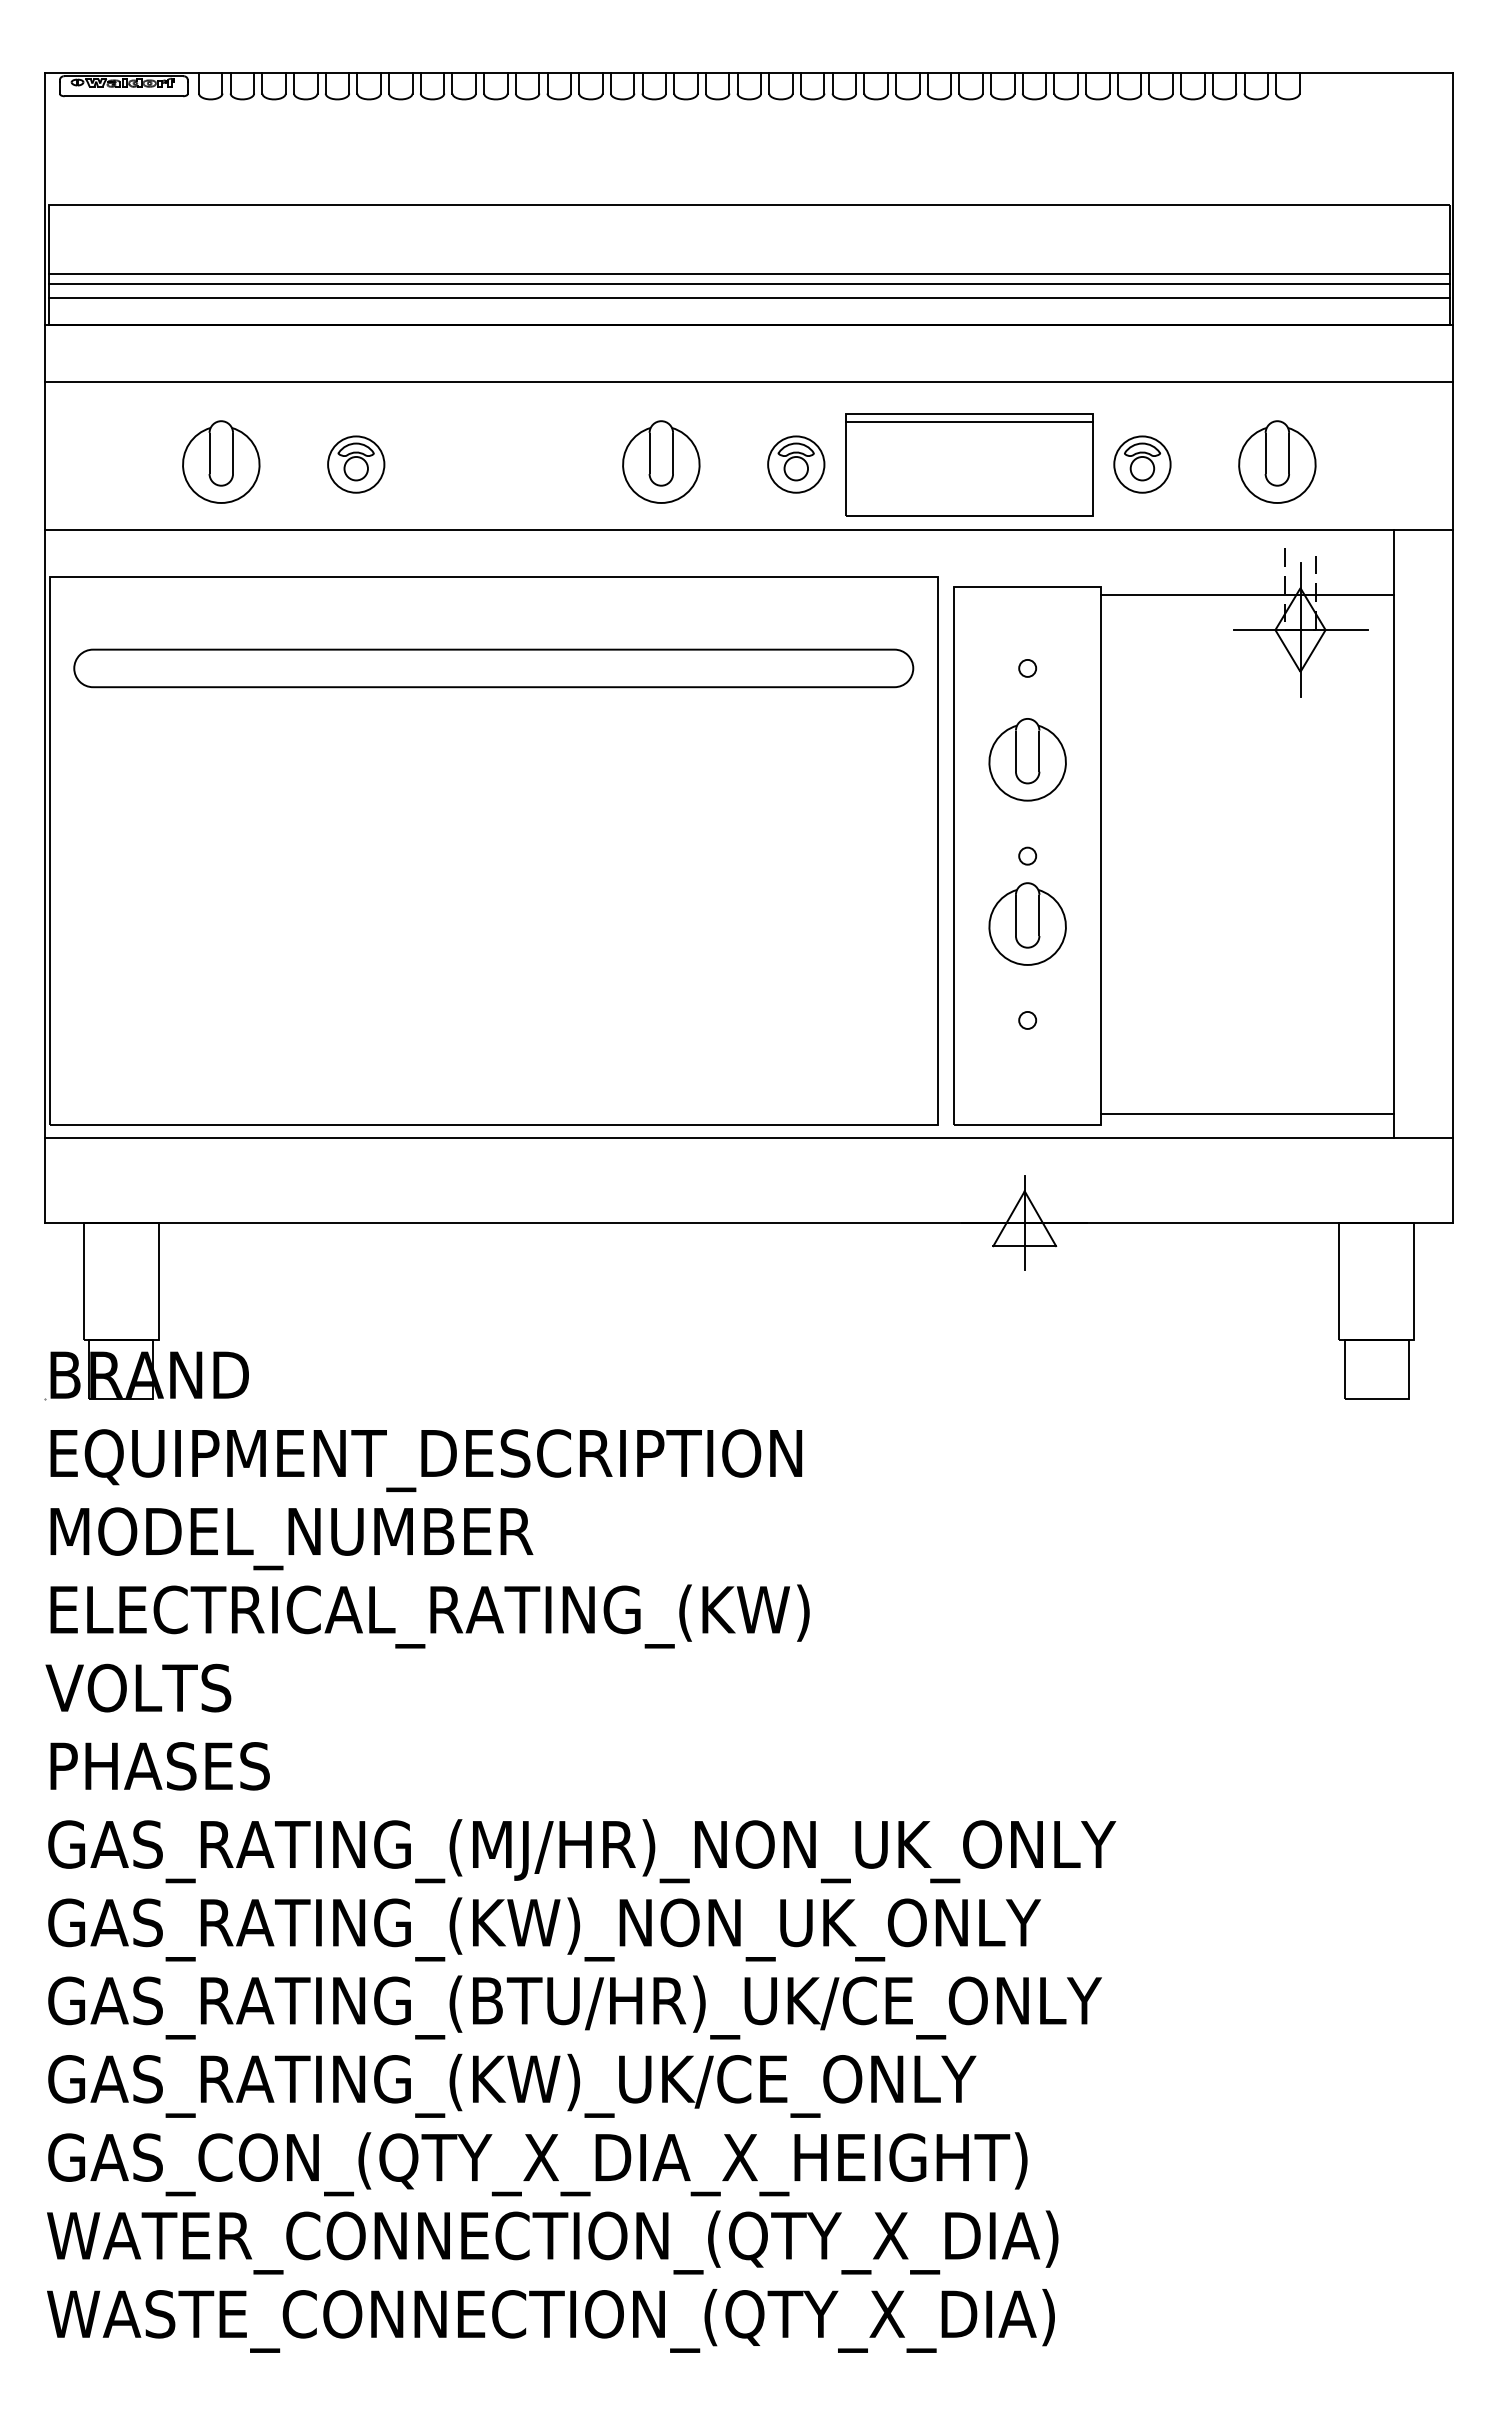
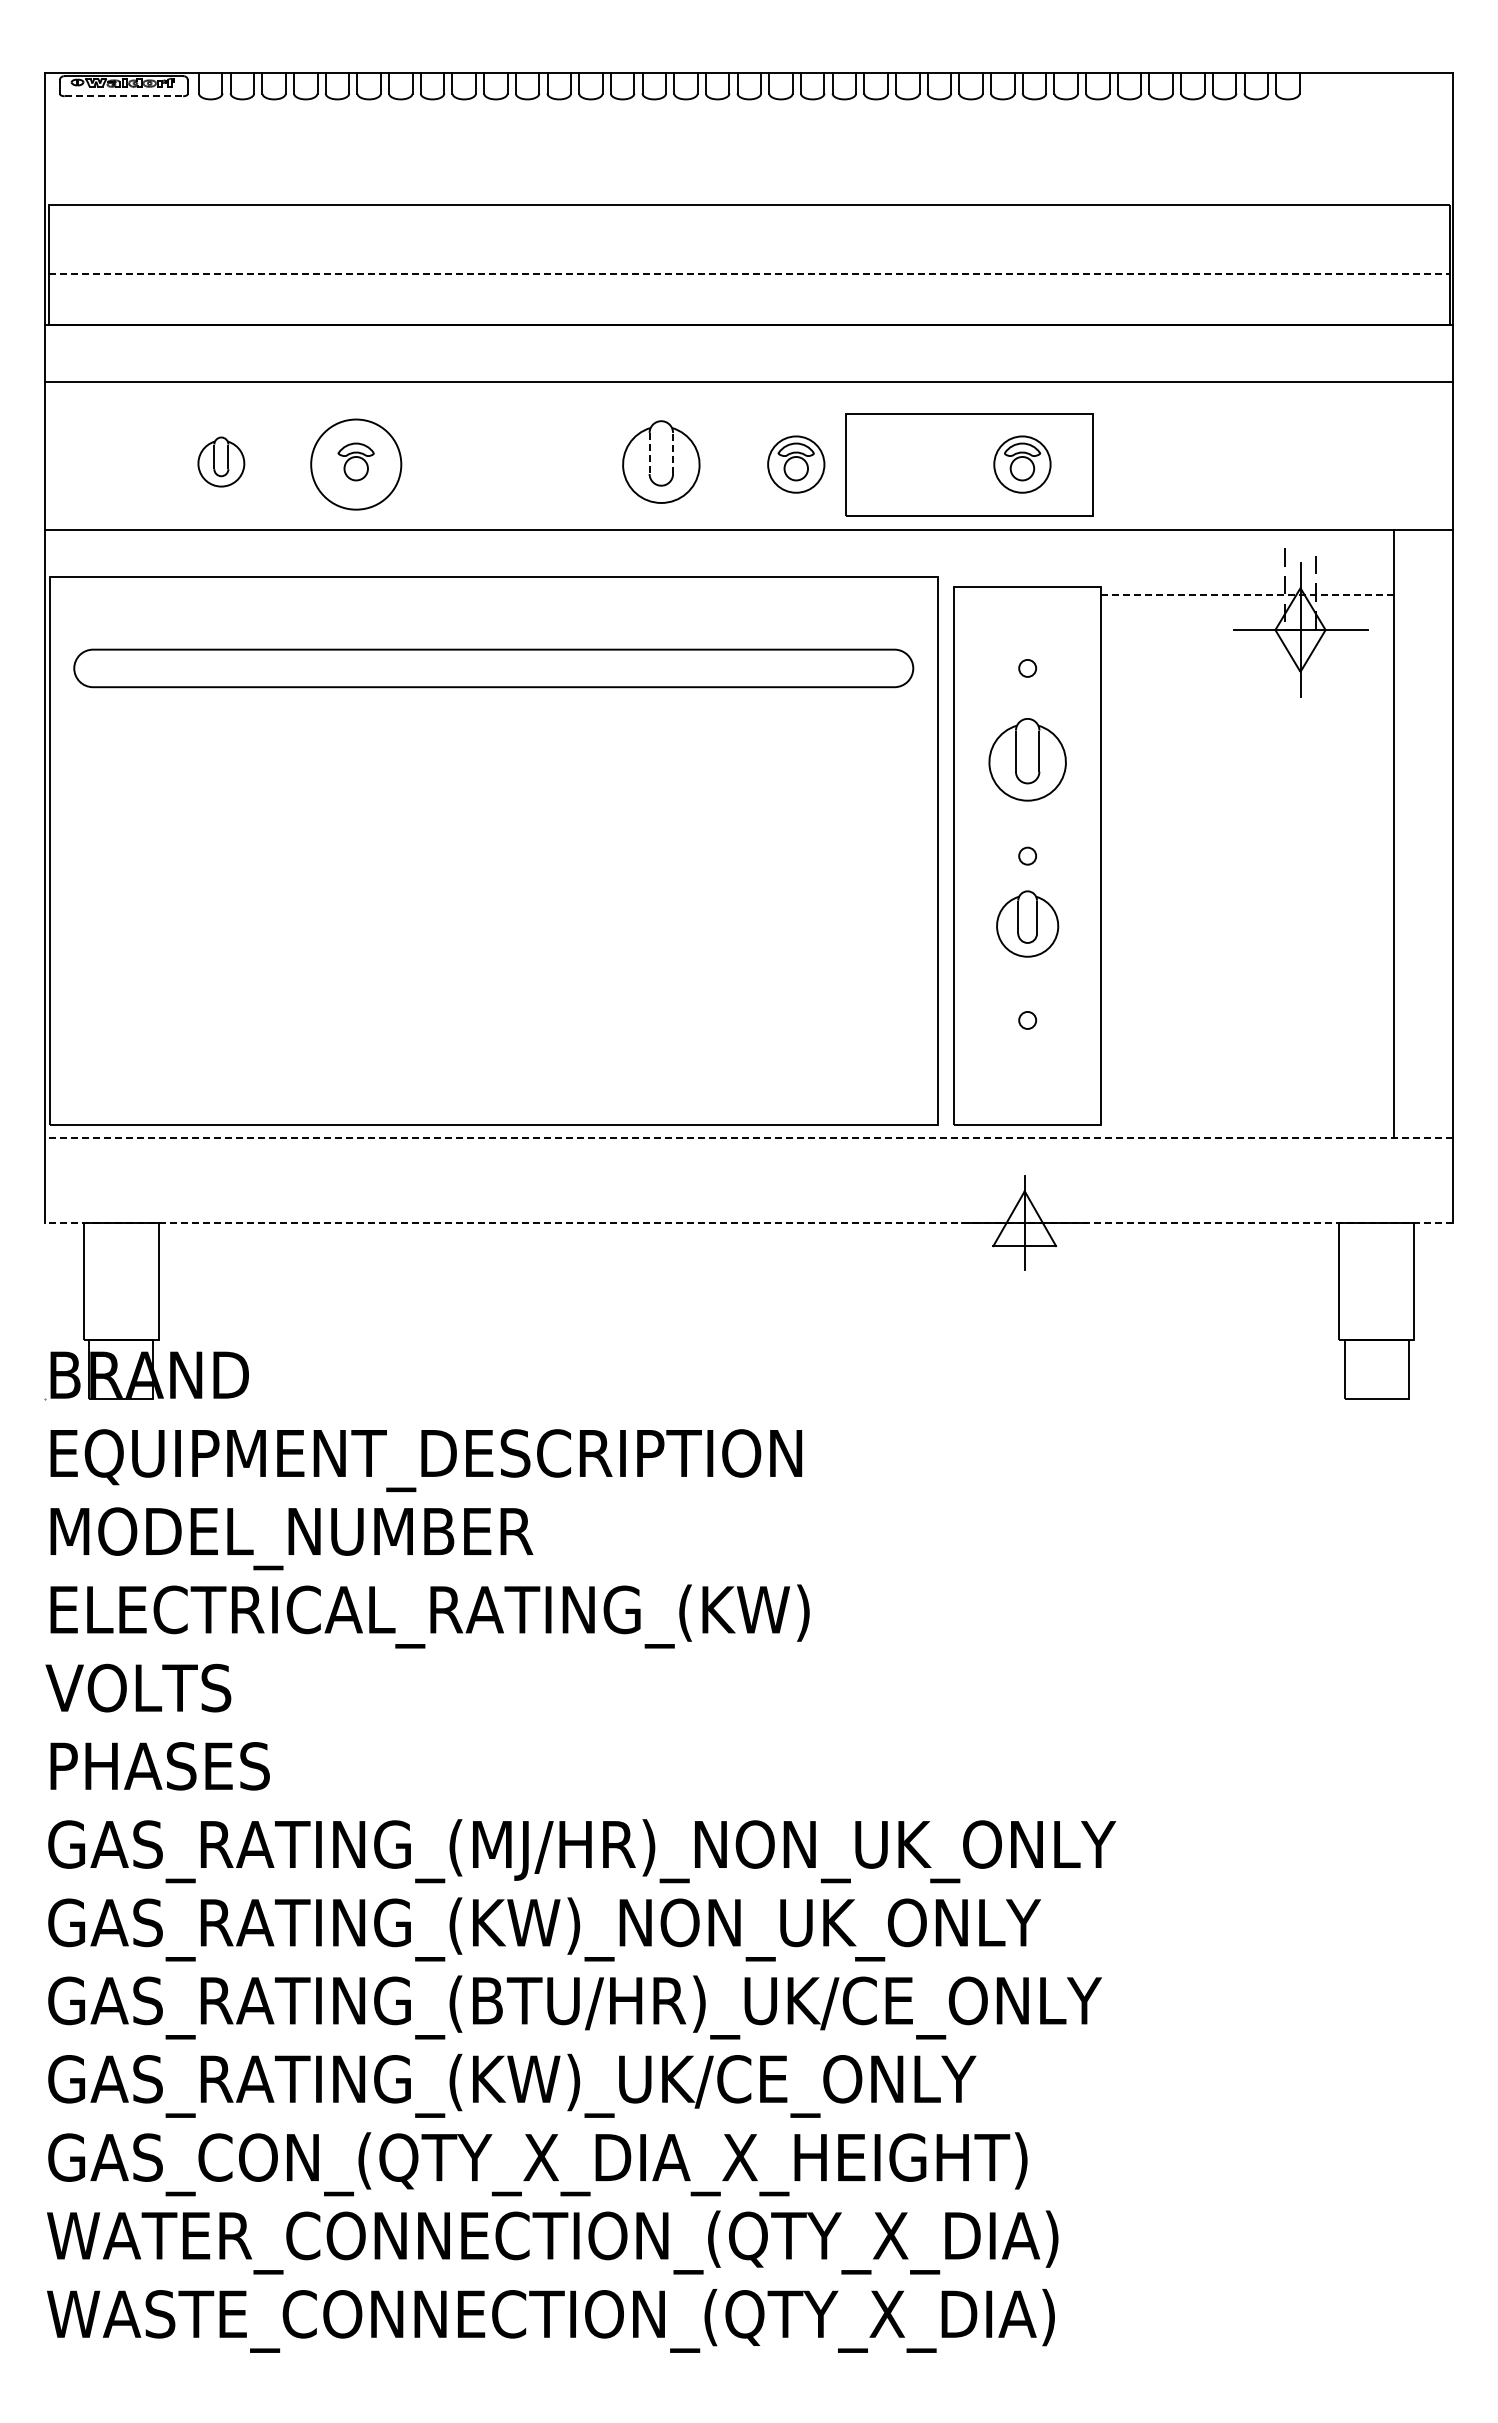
line at (124, 96): solid -> dashed
line at (749, 273): solid -> dashed
line at (748, 284): present -> none
line at (748, 297): present -> none
line at (969, 421): present -> none
line at (649, 453): solid -> dashed
line at (673, 453): solid -> dashed
part at (221, 461) size: 79x84 px -> 49x52 px
part at (1277, 461): present -> none
circle at (356, 464) diameter: 56 px -> 90 px
part at (1142, 464) position: (1142, 464) -> (1022, 464)
line at (1247, 594): solid -> dashed
part at (1027, 923) size: 79x84 px -> 64x68 px
line at (1247, 1114): present -> none
line at (748, 1137): solid -> dashed
line at (748, 1222): solid -> dashed
